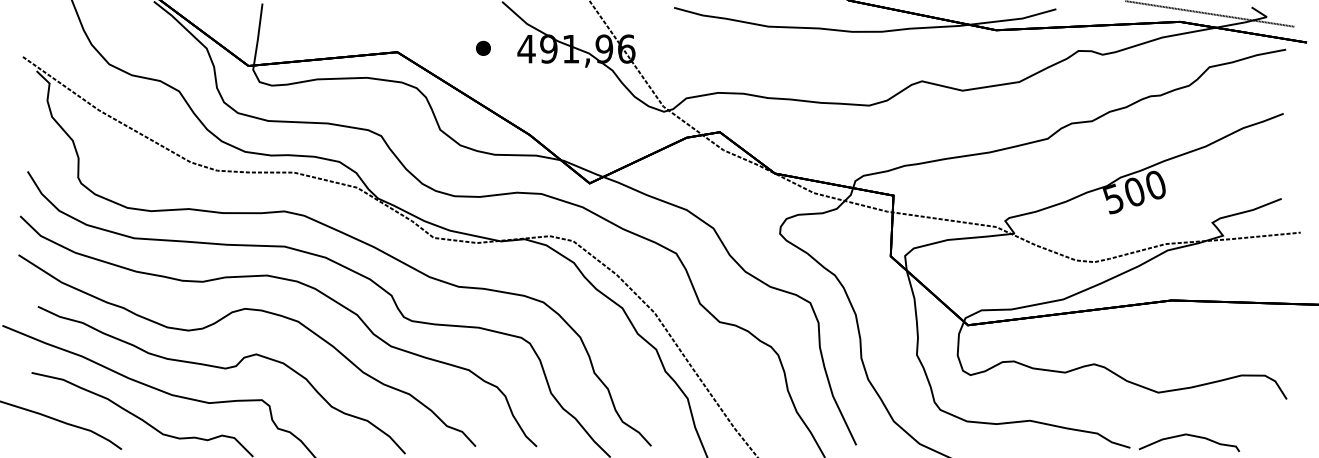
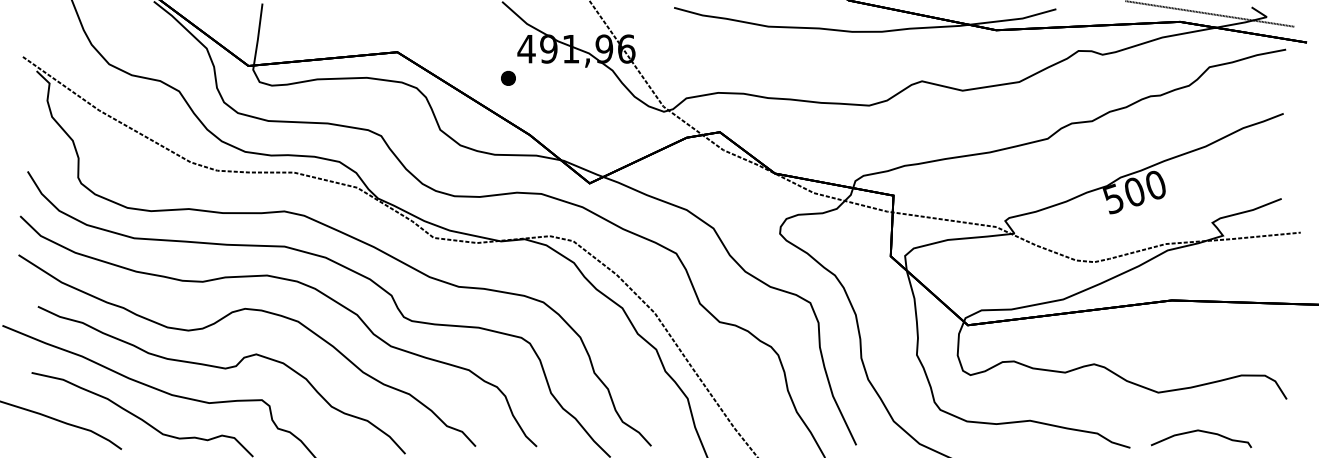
part at (483, 47) position: (483, 47) -> (508, 77)
curve at (1190, 436) position: (1190, 436) -> (1202, 432)
